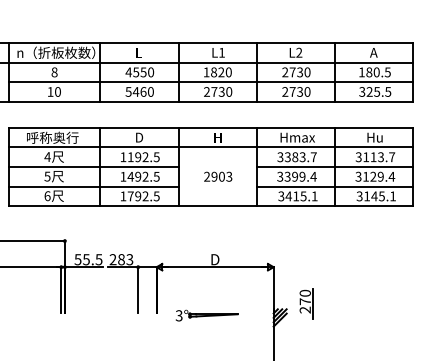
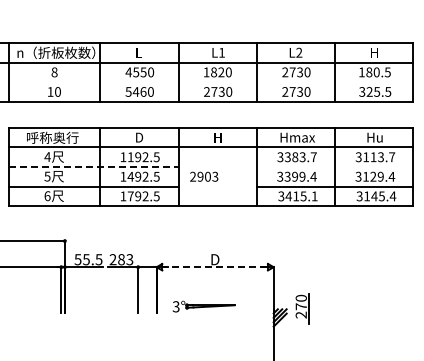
text at (373, 52): A -> H
line at (210, 82): present -> none
line at (93, 167): solid -> dashed
line at (334, 167): present -> none
text at (218, 176) position: (218, 176) -> (204, 176)
text at (392, 196): 3145.1 -> 3145.4
line at (215, 267): solid -> dashed
part at (306, 303) position: (306, 303) -> (302, 308)
part at (206, 315) position: (206, 315) -> (203, 306)
